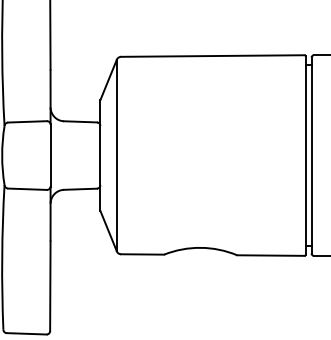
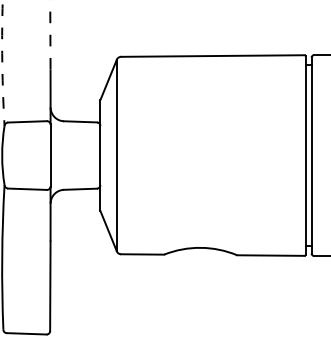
line at (50, 34): solid -> dashed
arc at (2, 63): solid -> dashed
